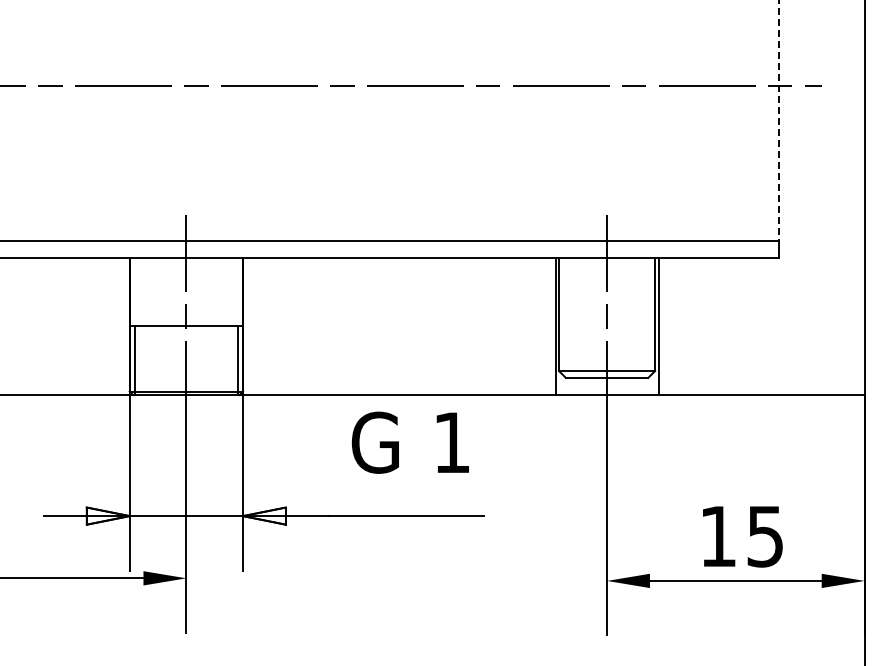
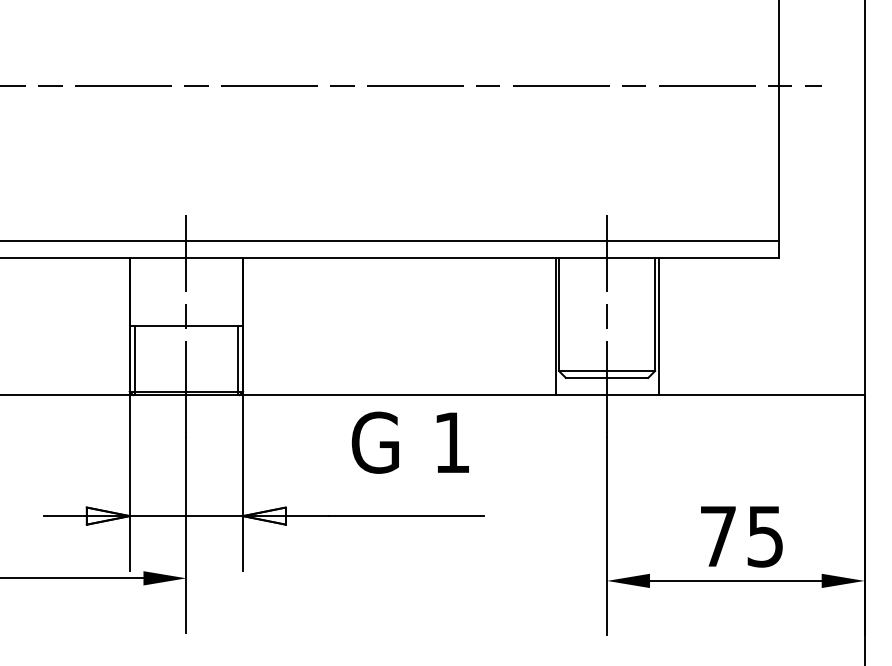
line at (778, 120): dashed -> solid
text at (718, 536): 15 -> 75
